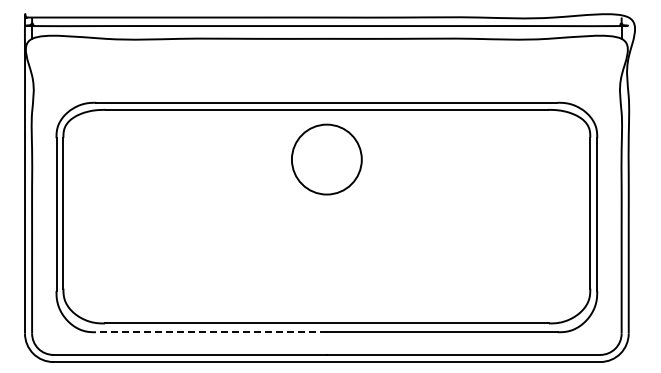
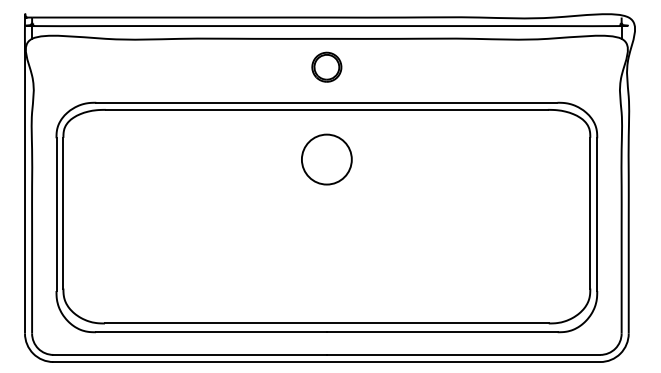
part at (326, 66): none -> present
circle at (326, 159) diameter: 70 px -> 50 px
line at (210, 332): dashed -> solid
